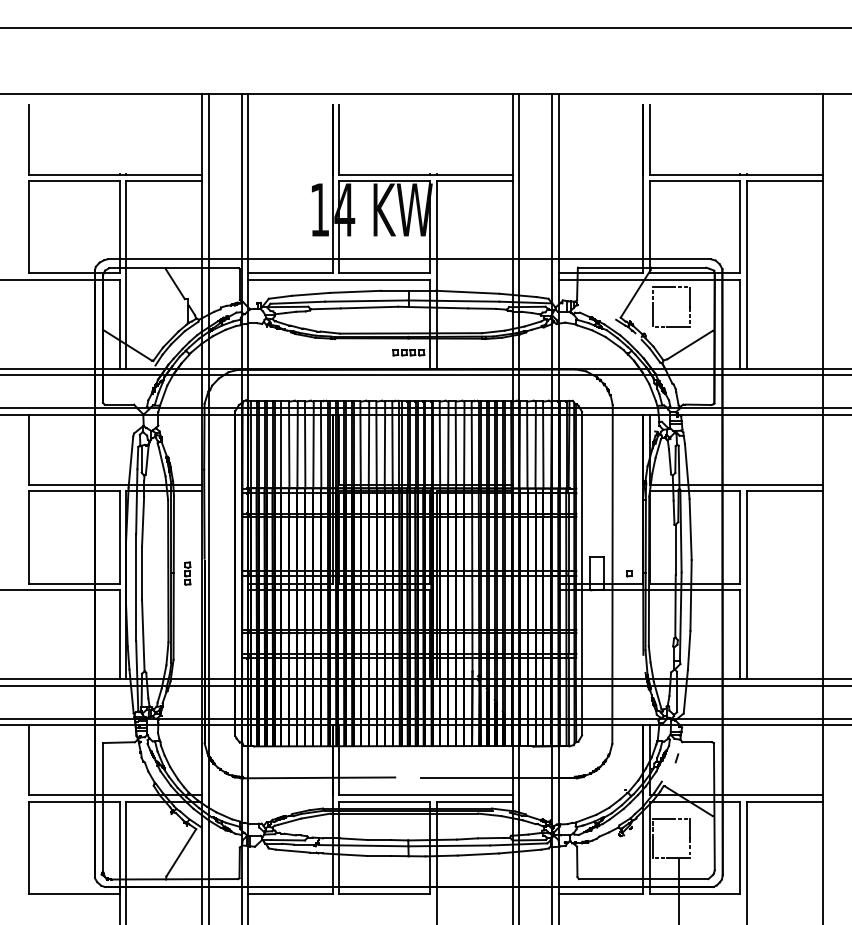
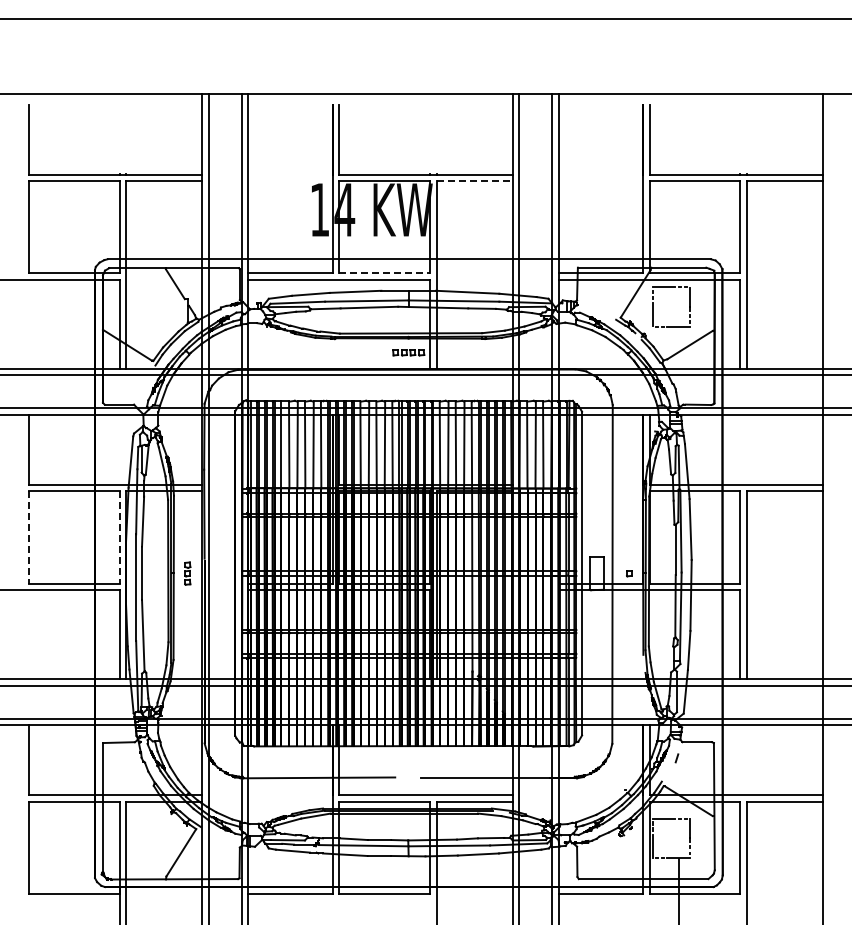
line at (425, 27) position: (425, 27) -> (425, 18)
line at (475, 181): solid -> dashed
line at (385, 273): solid -> dashed
line at (29, 538): solid -> dashed
line at (119, 538): solid -> dashed
